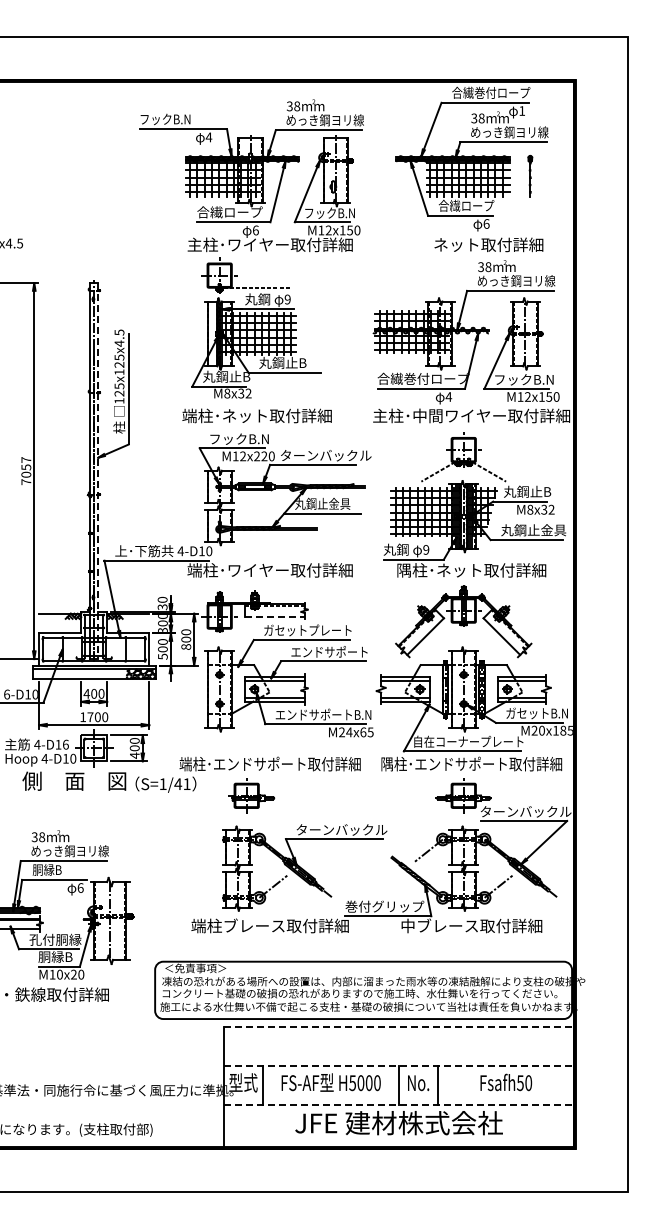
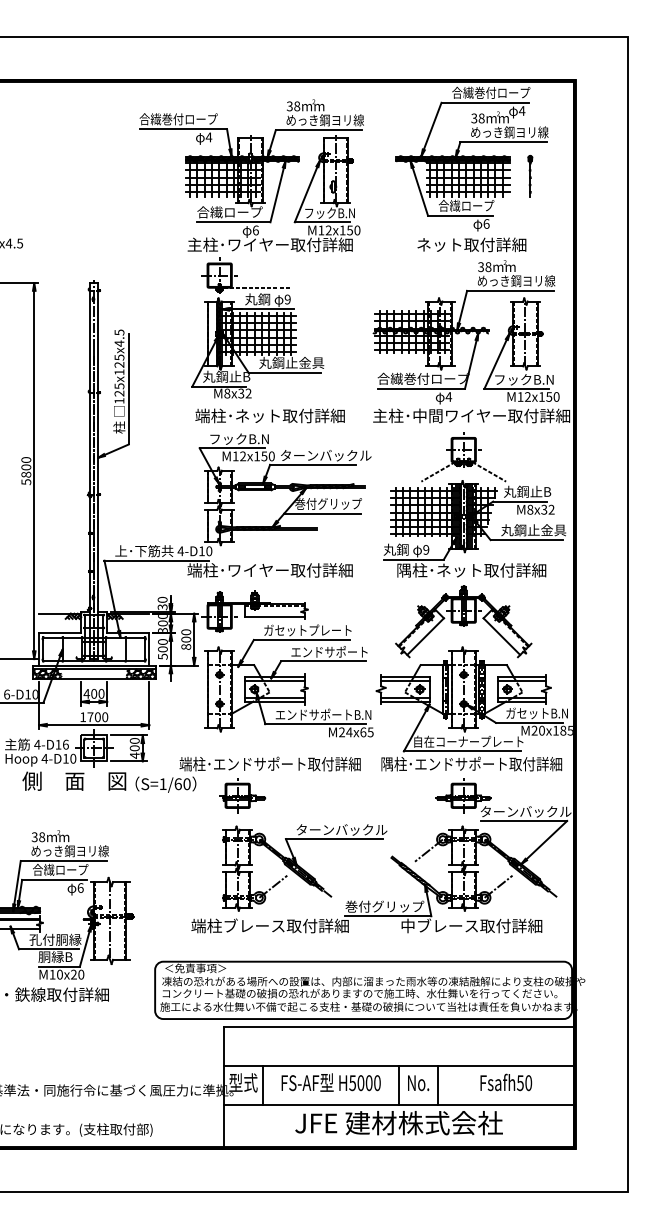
text at (521, 110): 1 -> 4
text at (178, 119): フックB.N -> 合繊巻付ロープ
text at (488, 244) position: (488, 244) -> (471, 244)
text at (311, 362): 丸鋼止B -> 丸鋼止金具
text at (256, 415) position: (256, 415) -> (269, 415)
text at (260, 456): M12x220 -> M12x150
text at (26, 471): 7057 -> 5800
line at (98, 471): dashed -> solid
text at (328, 503): 丸鋼止金具 -> 巻付グリップ
line at (274, 617): dashed -> solid
hatch at (46, 673): none -> present
text at (182, 784): S=1/41 -> S=1/60
part at (251, 795) position: (251, 795) -> (242, 795)
text at (60, 869): 胴縁B -> 合繊ロープ
line at (399, 1026): dashed -> solid
line at (399, 1065): dashed -> solid
line at (399, 1104): dashed -> solid
